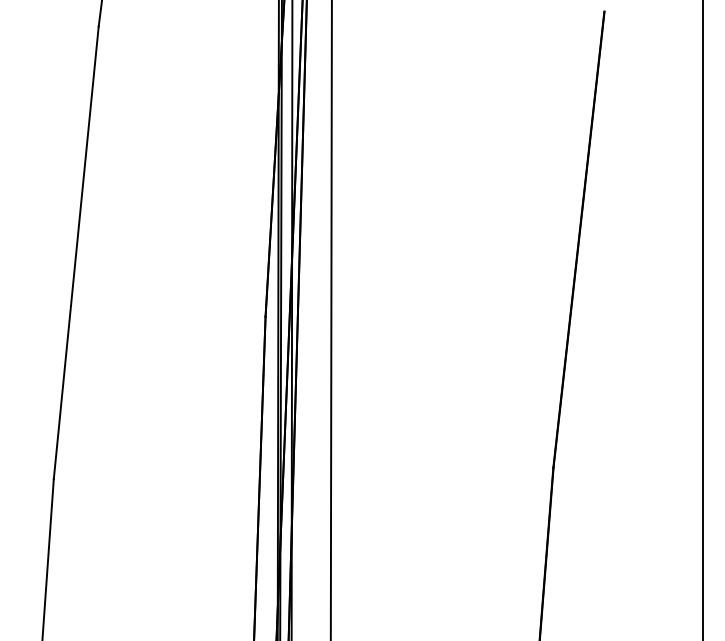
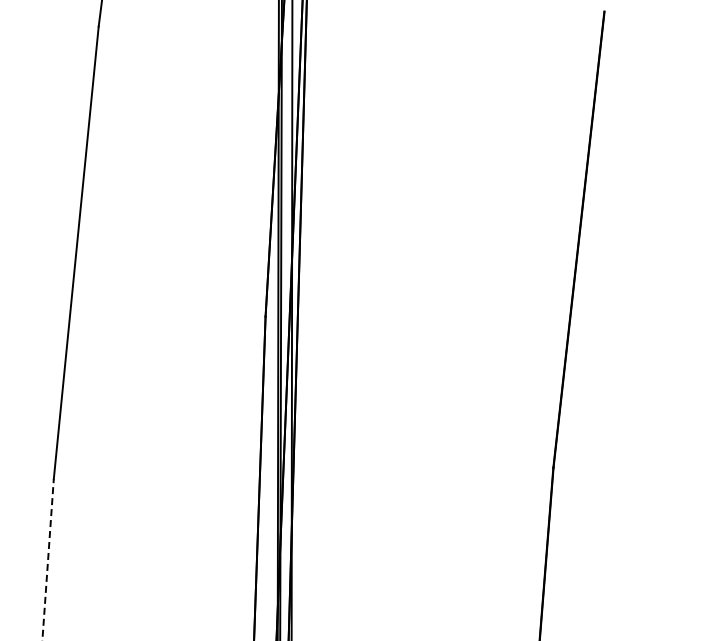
line at (330, 319): present -> none
line at (703, 319): present -> none
line at (48, 560): solid -> dashed
